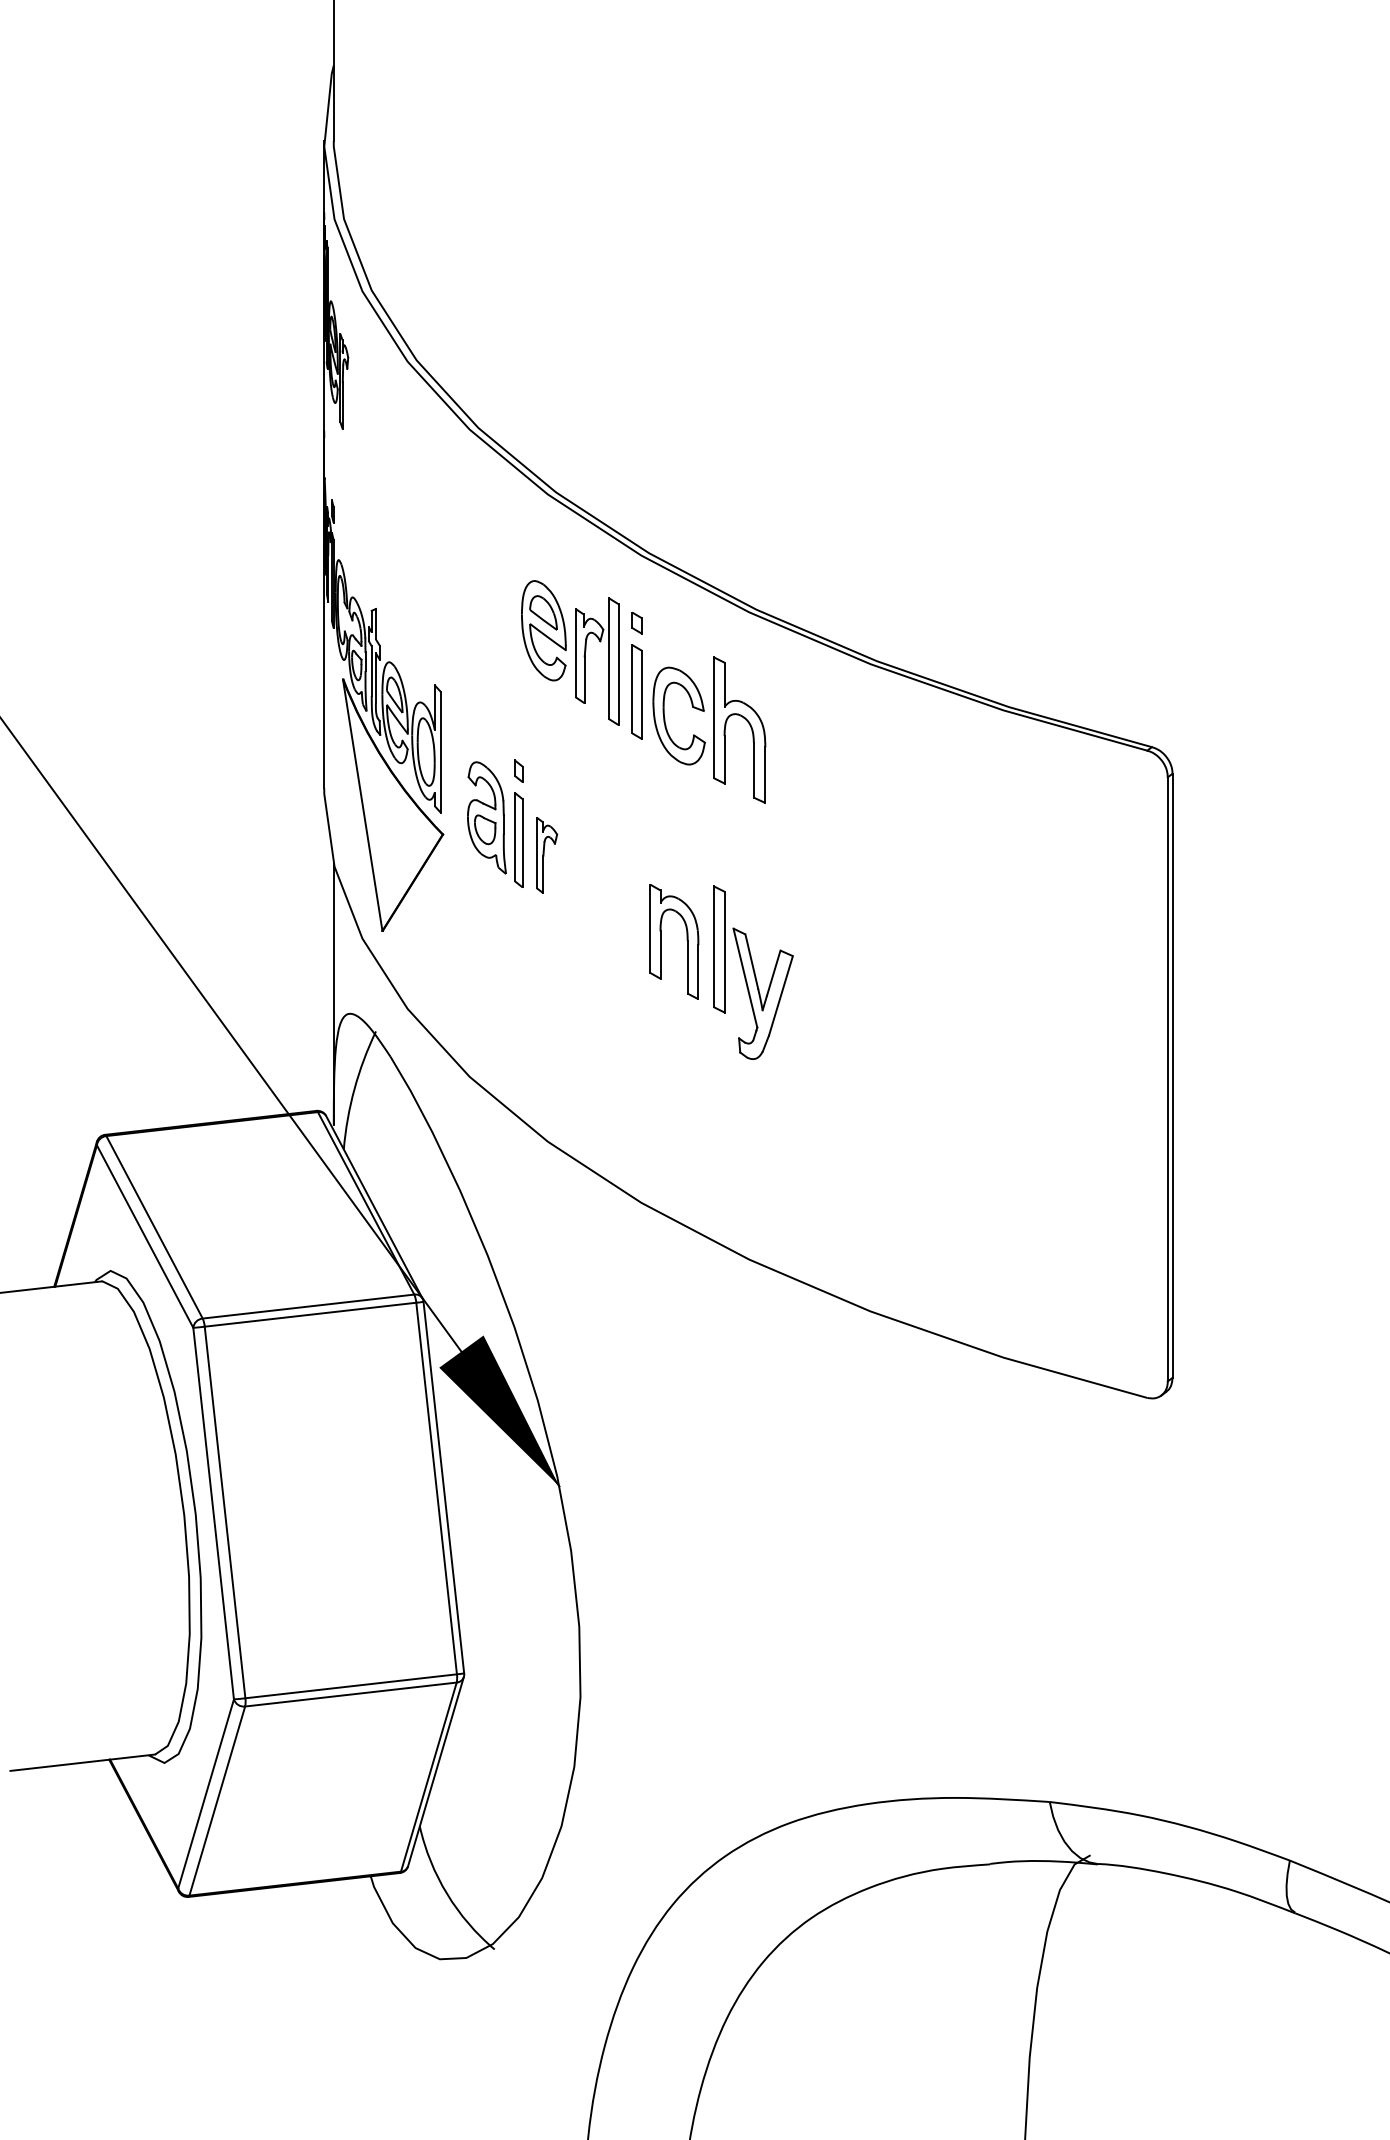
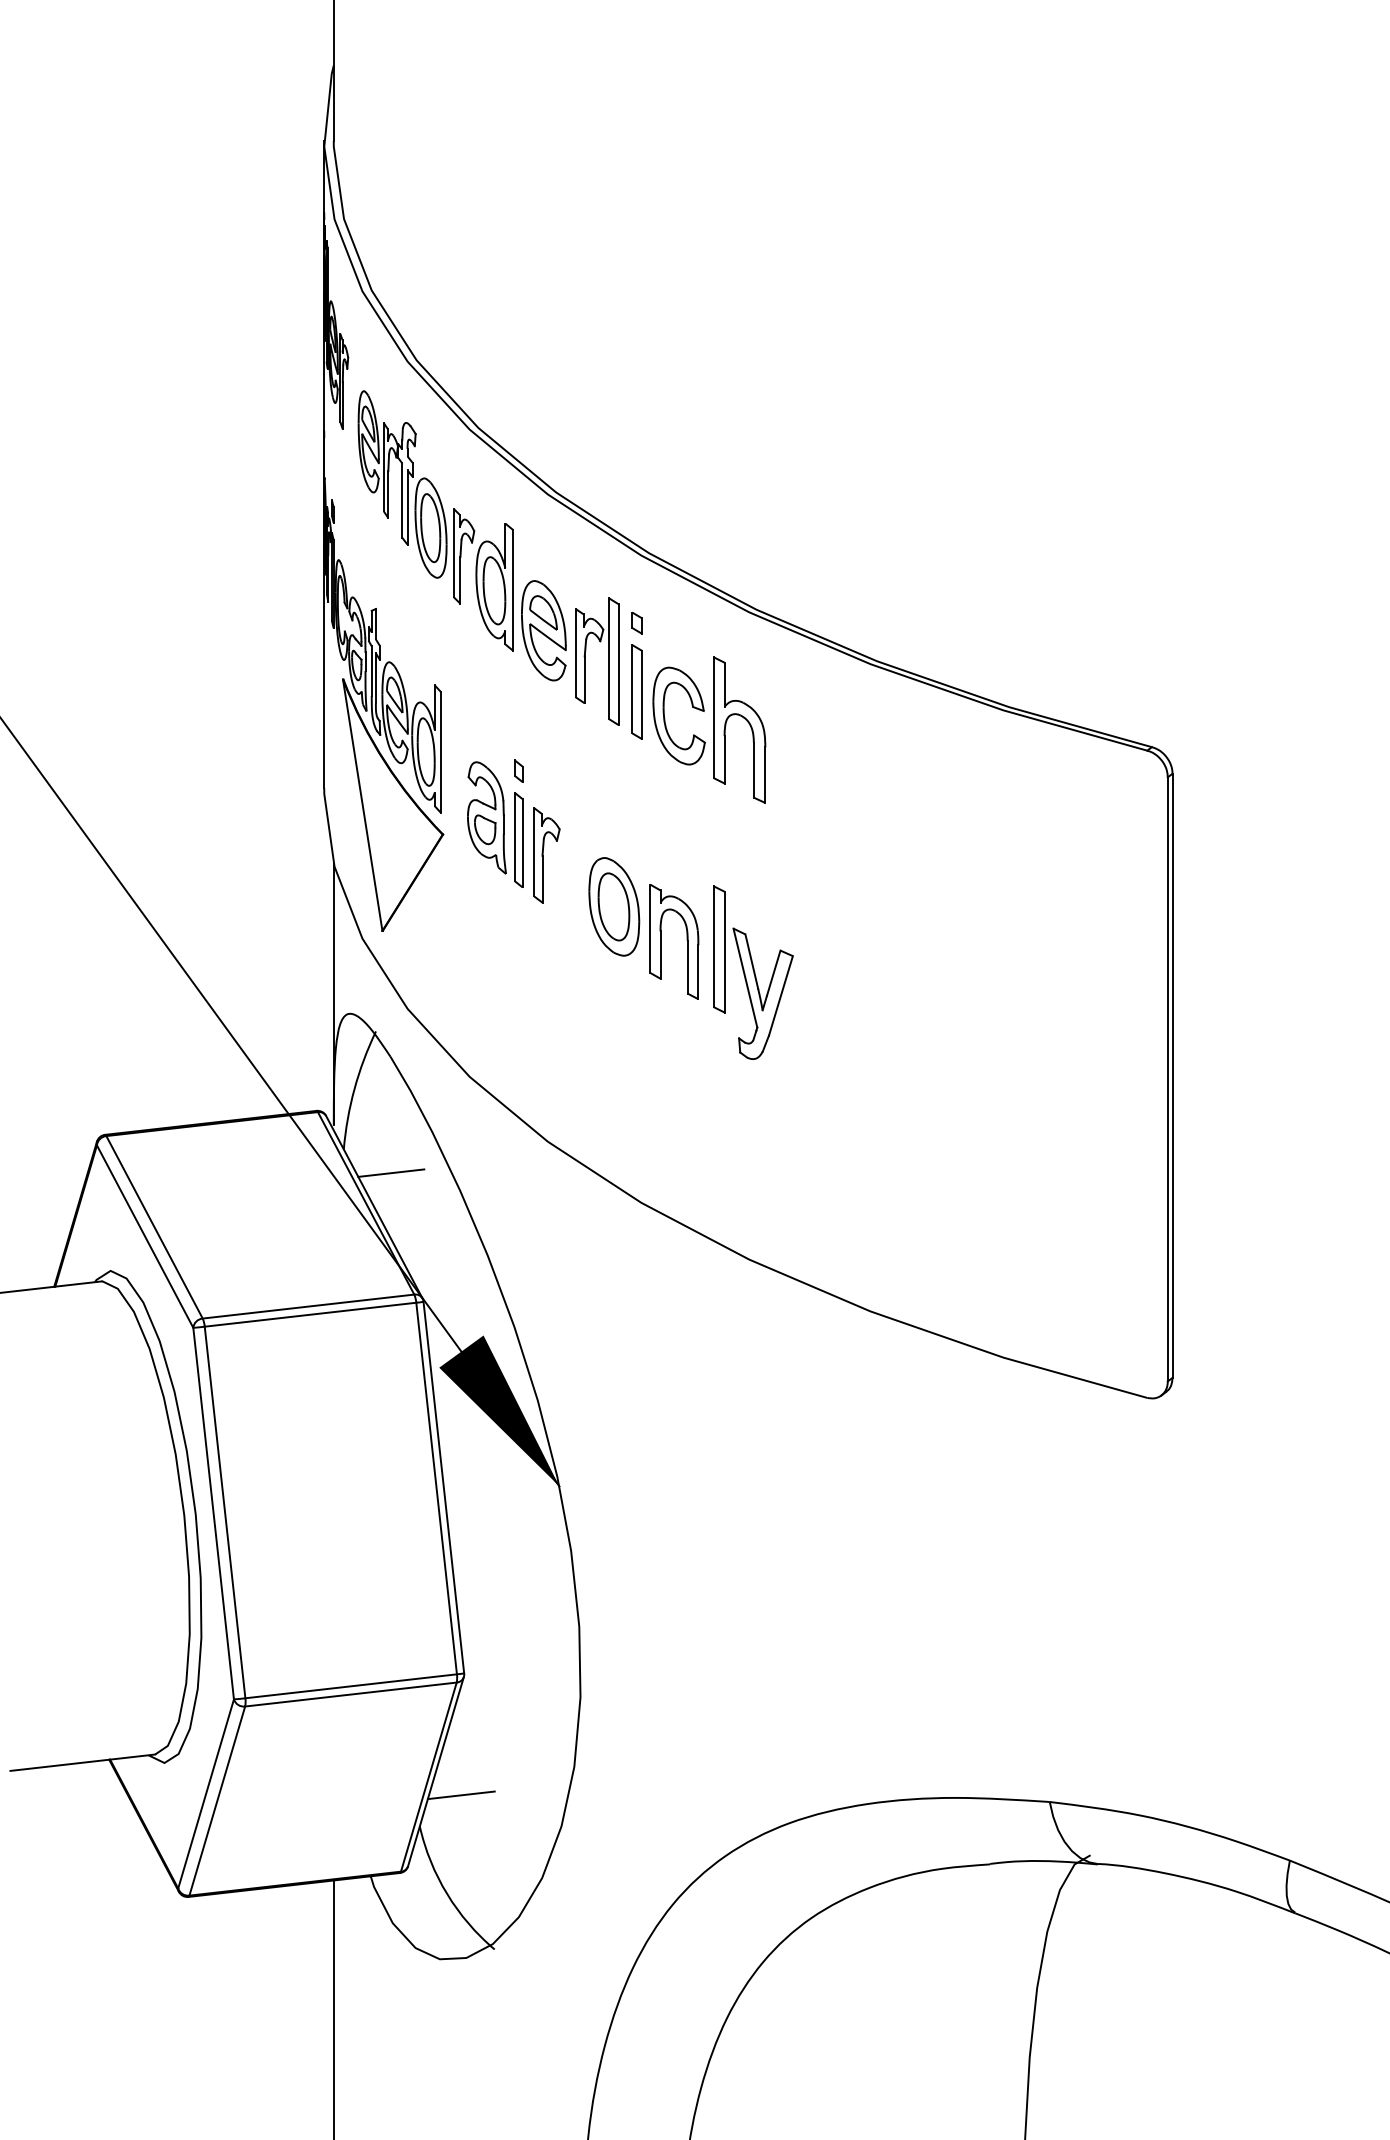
part at (435, 520): none -> present
part at (547, 855) size: 23x77 px -> 28x97 px
part at (614, 906): none -> present
line at (391, 1172): none -> present
line at (460, 1795): none -> present
line at (333, 2008): none -> present
